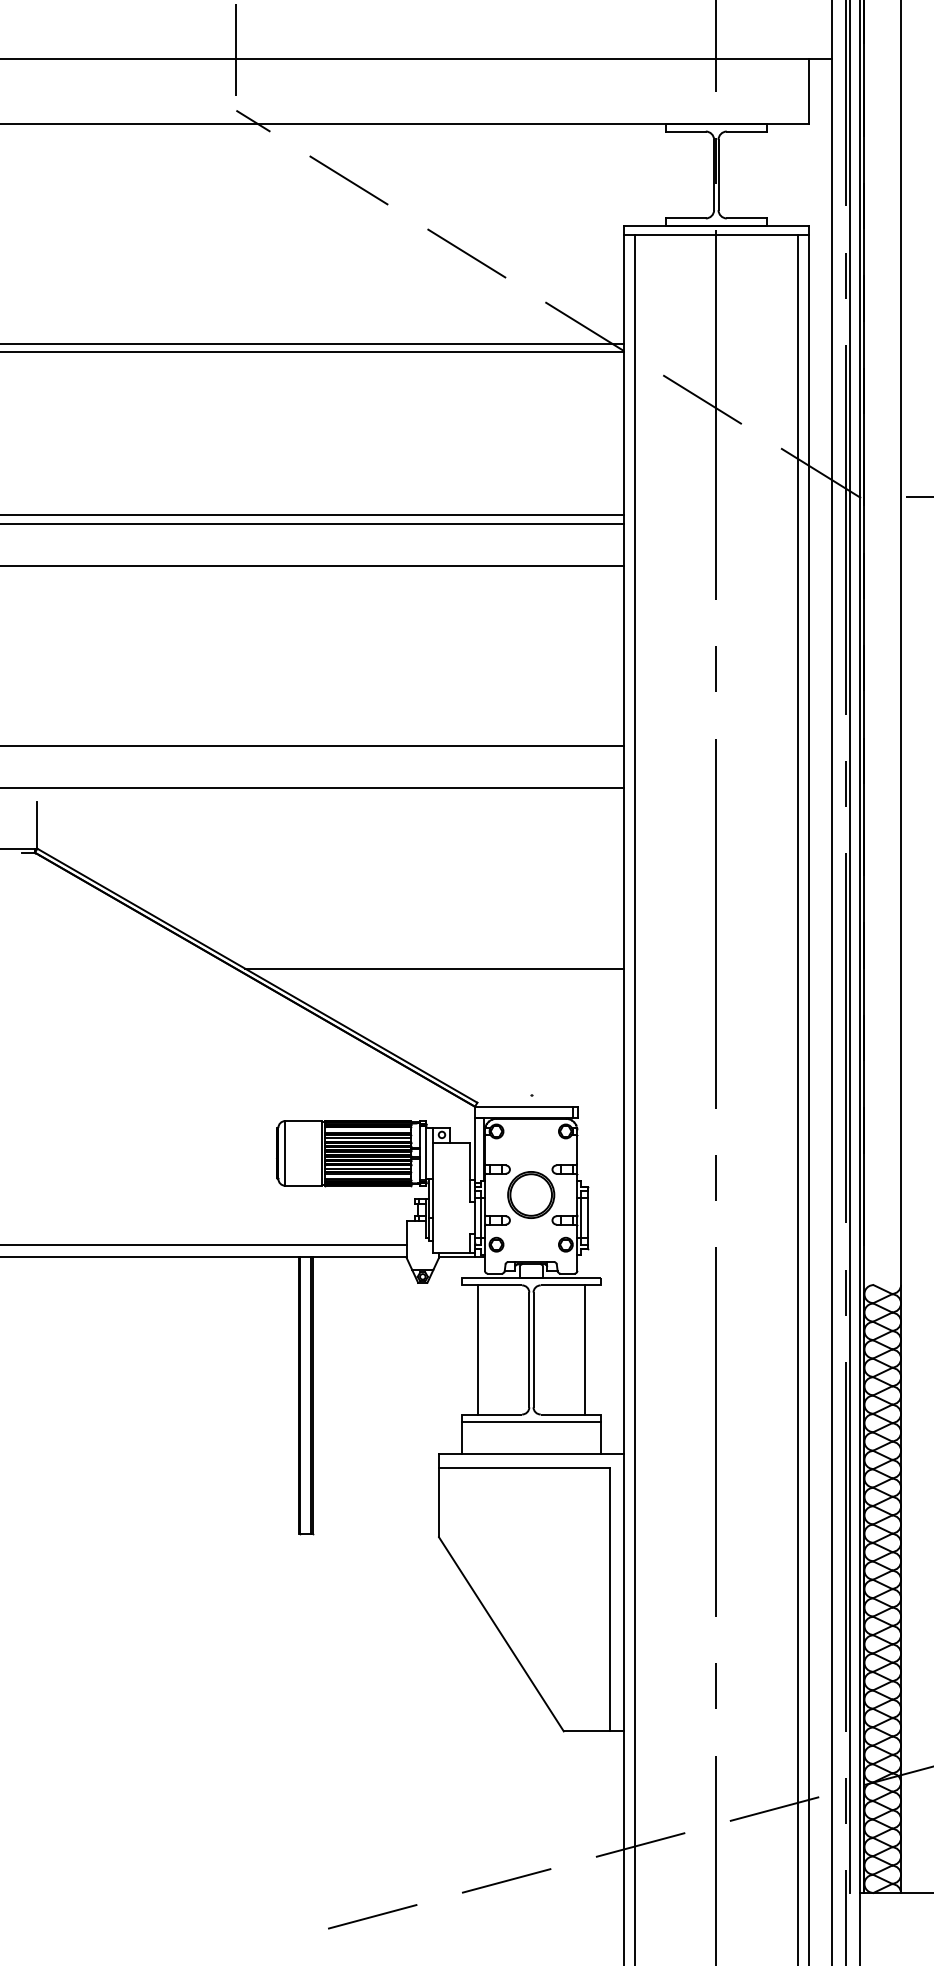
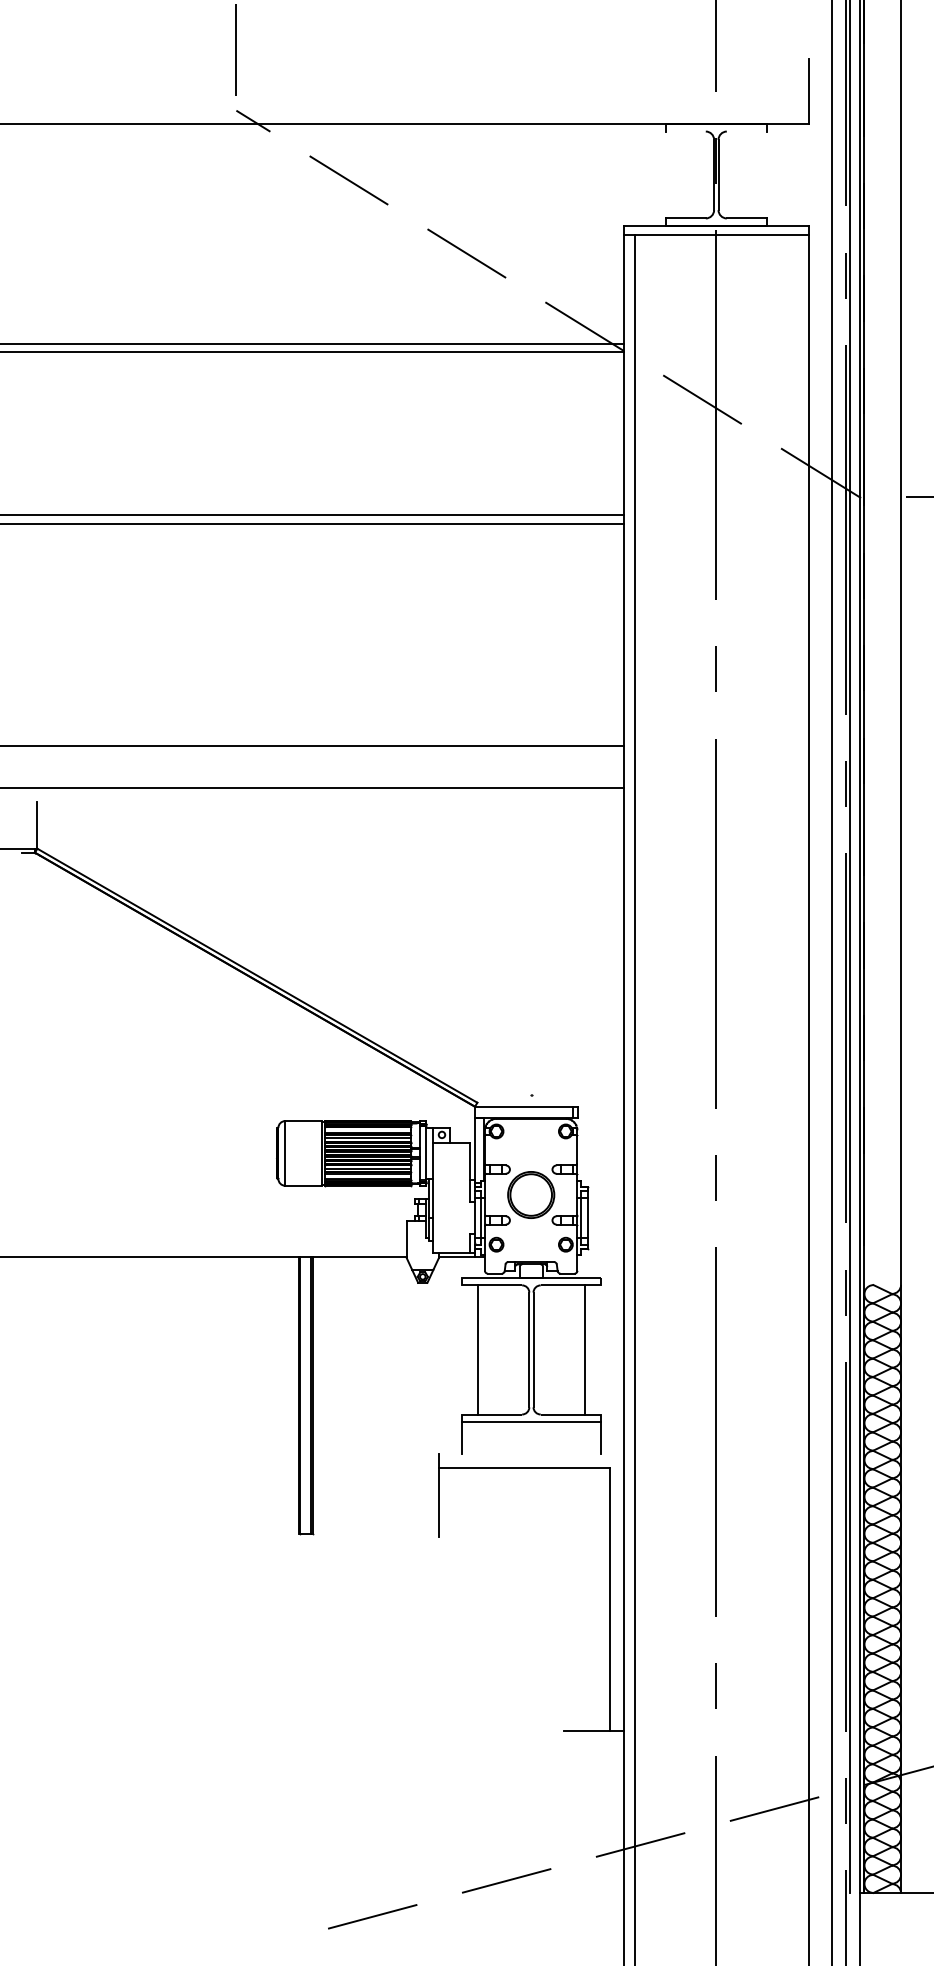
line at (416, 59): present -> none
line at (685, 131): present -> none
line at (746, 131): present -> none
line at (312, 565): present -> none
line at (434, 968): present -> none
line at (797, 1098): present -> none
line at (204, 1245): present -> none
line at (531, 1454): present -> none
line at (501, 1634): present -> none
